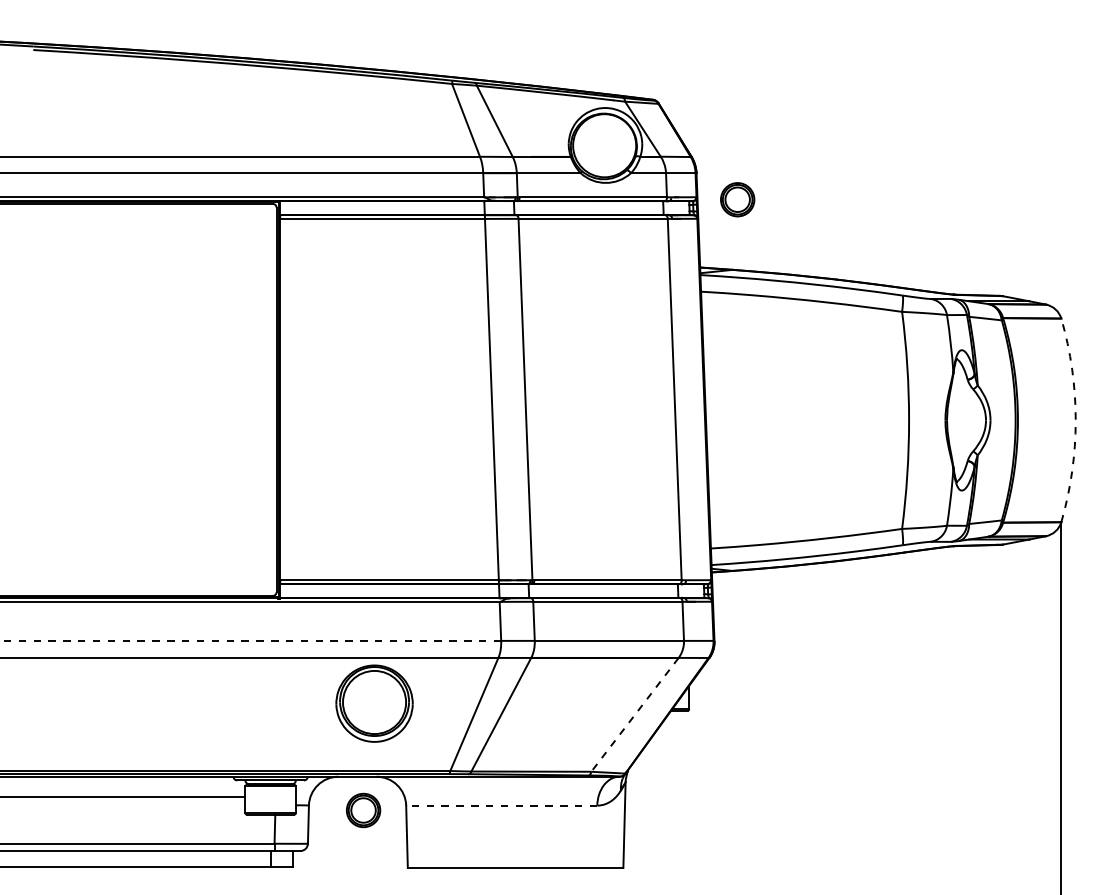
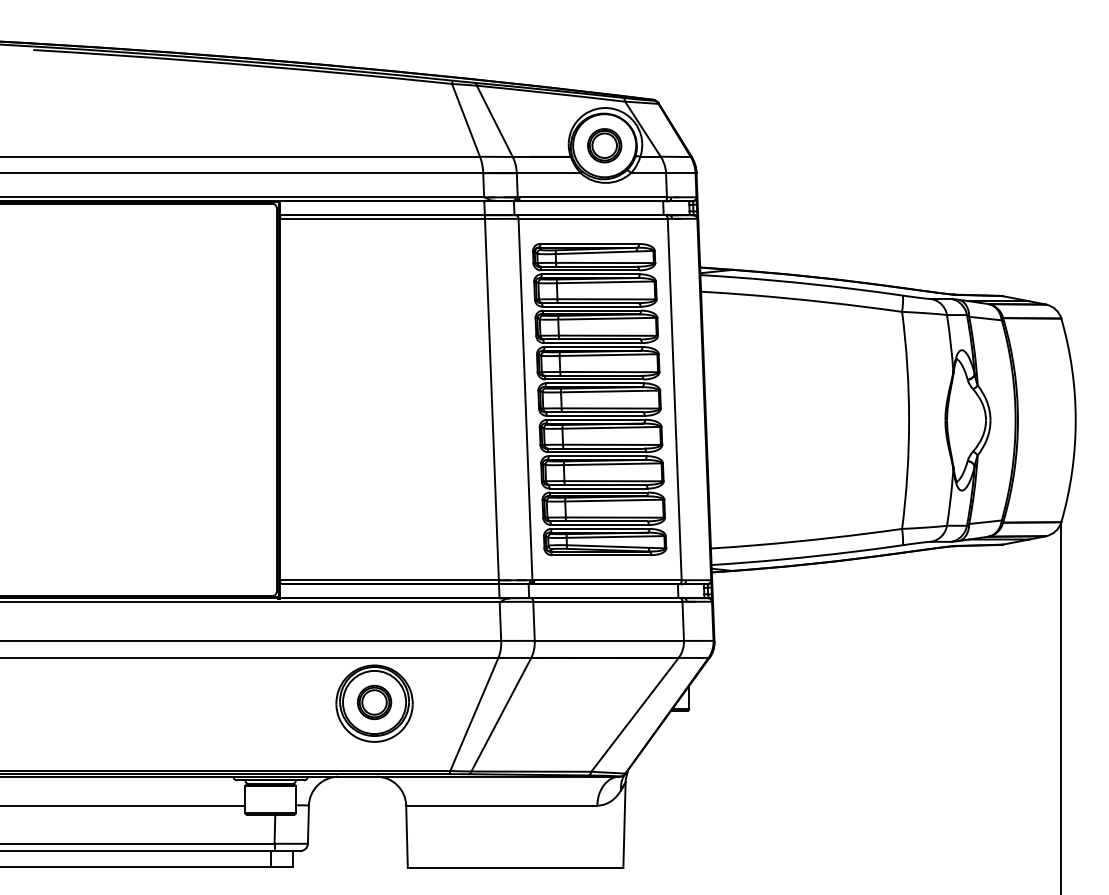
part at (737, 199) position: (737, 199) -> (604, 145)
part at (599, 399): none -> present
arc at (1075, 420): dashed -> solid
line at (250, 640): dashed -> solid
line at (634, 714): dashed -> solid
line at (123, 796) position: (123, 796) -> (123, 805)
line at (501, 805): dashed -> solid
part at (363, 810) position: (363, 810) -> (374, 702)
